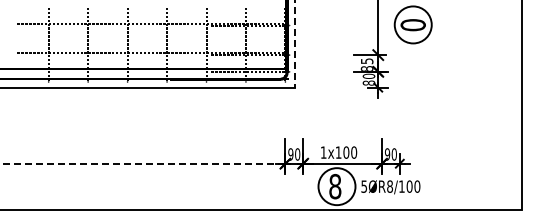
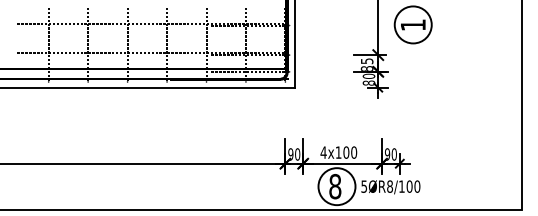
text at (412, 25): 0 -> 1
line at (295, 43): dashed -> solid
text at (323, 152): 1x100 -> 4x100
line at (143, 163): dashed -> solid
